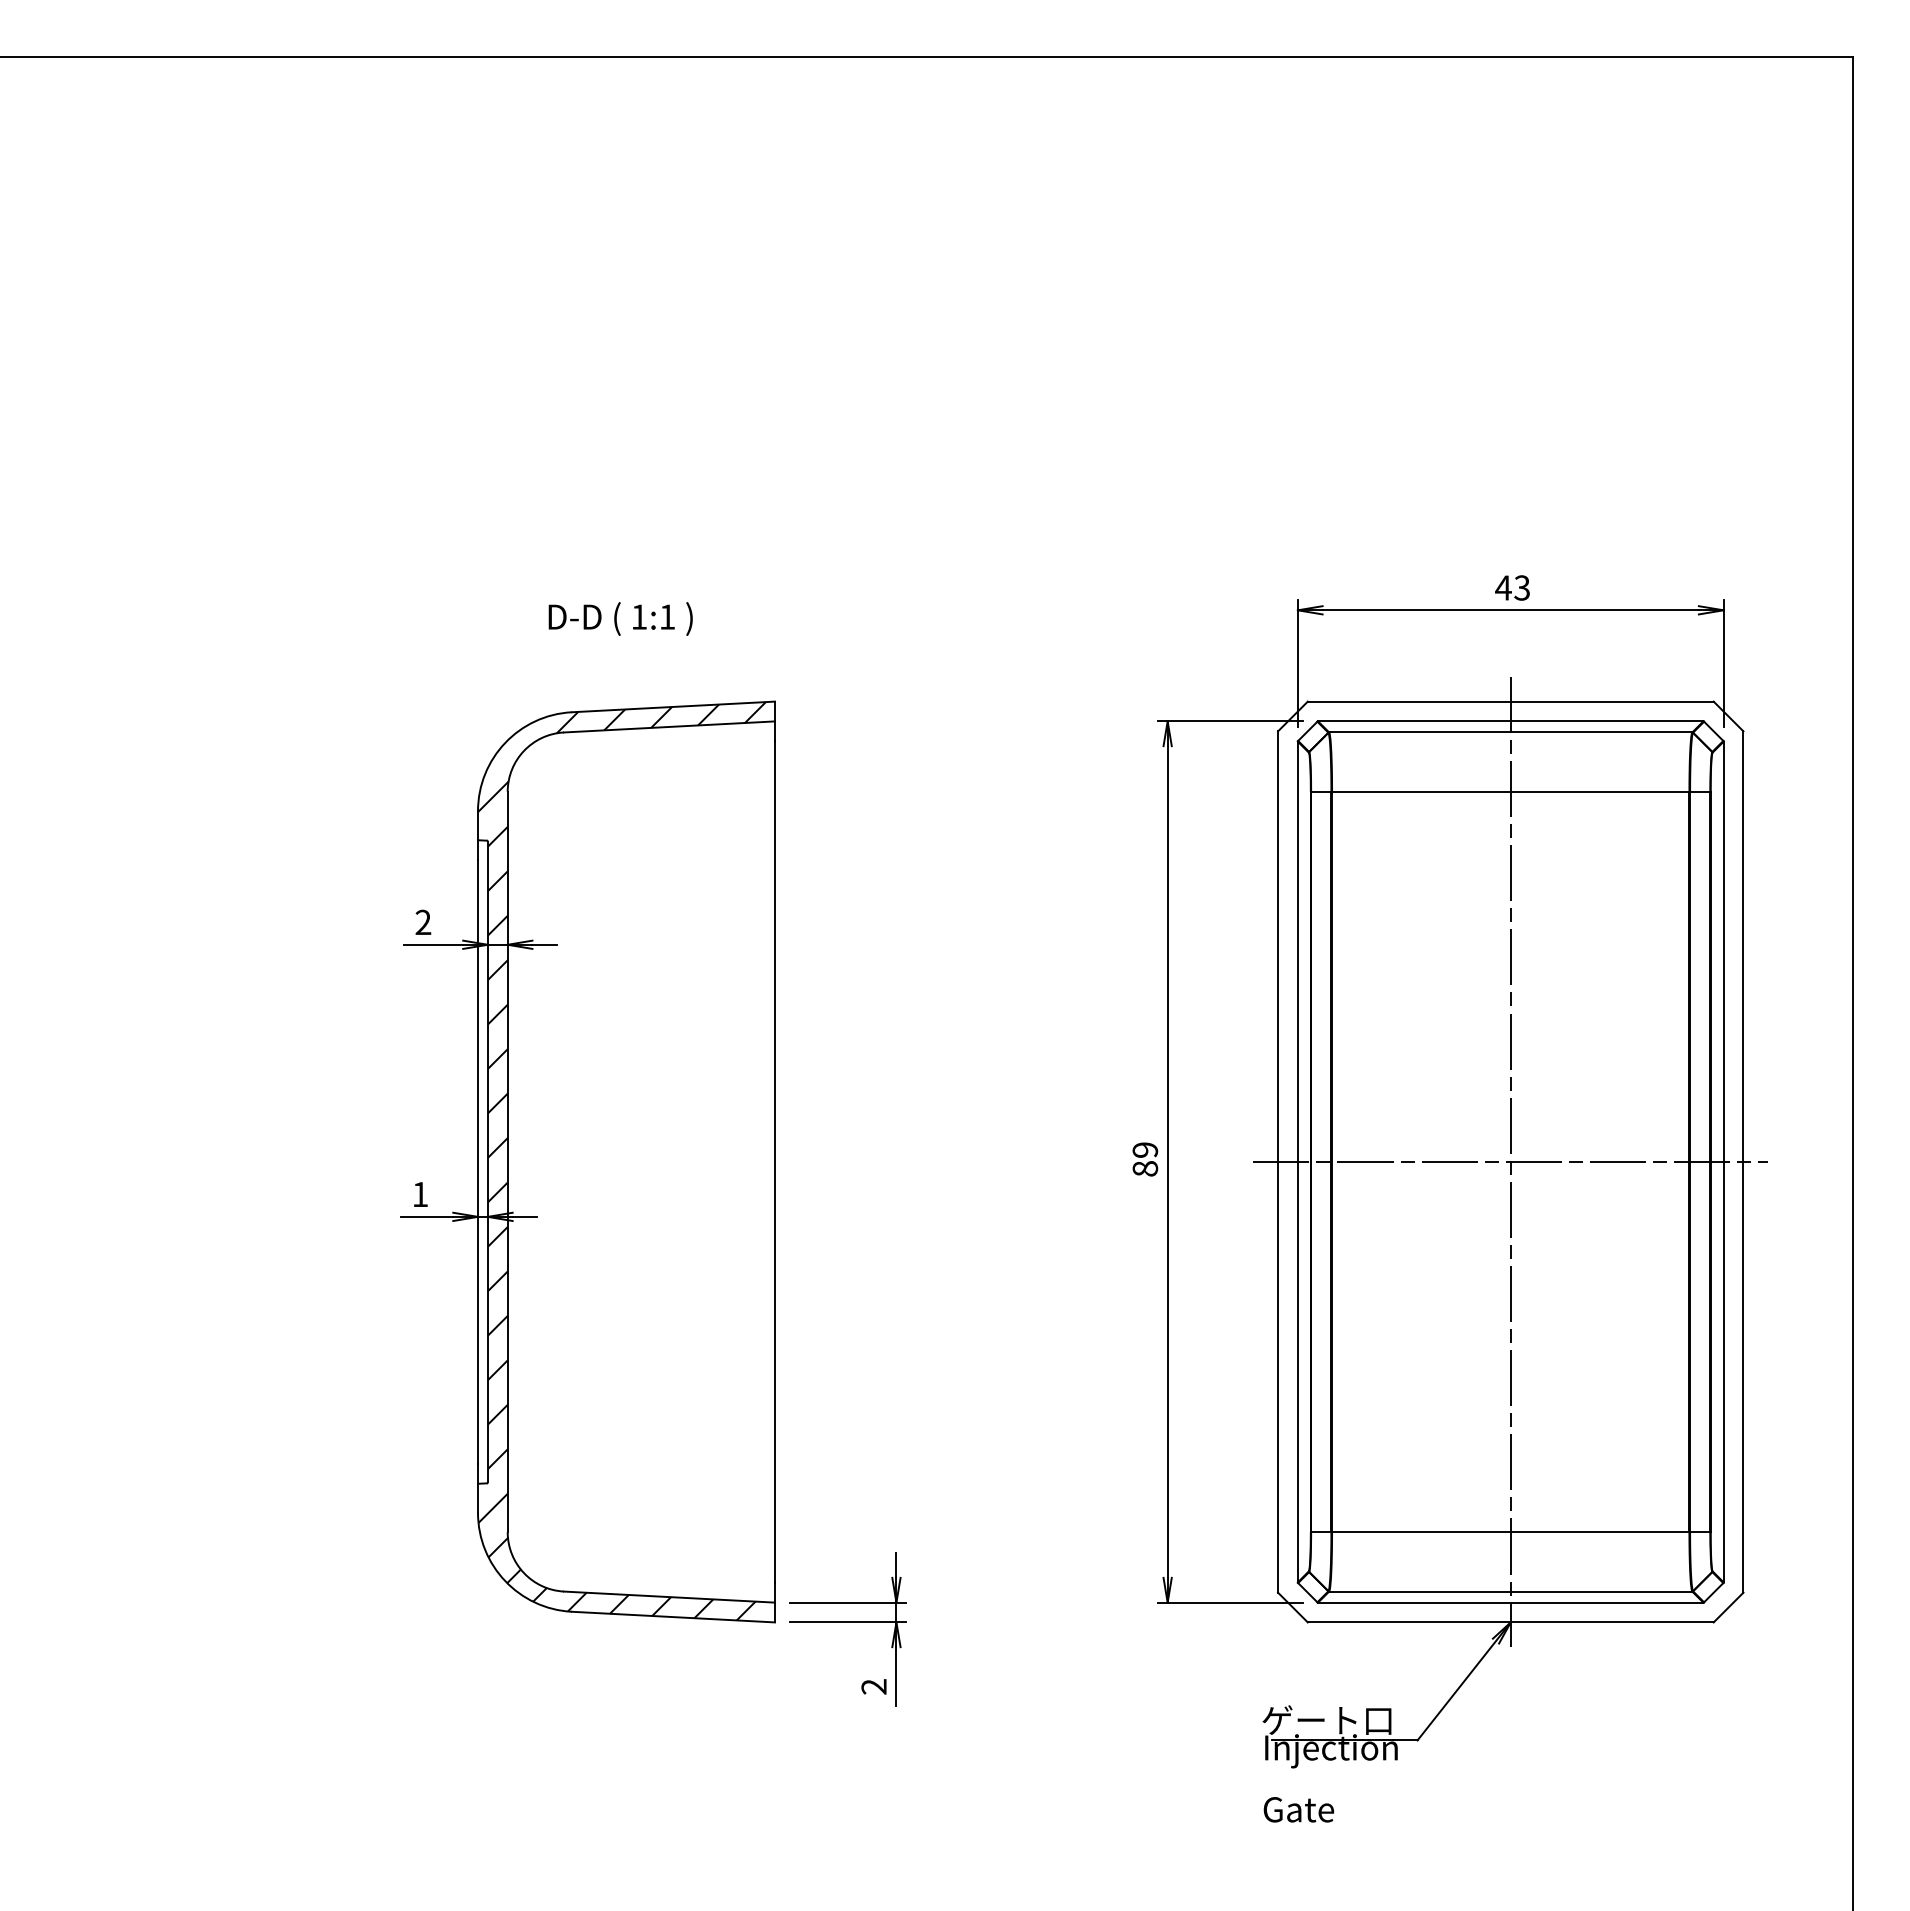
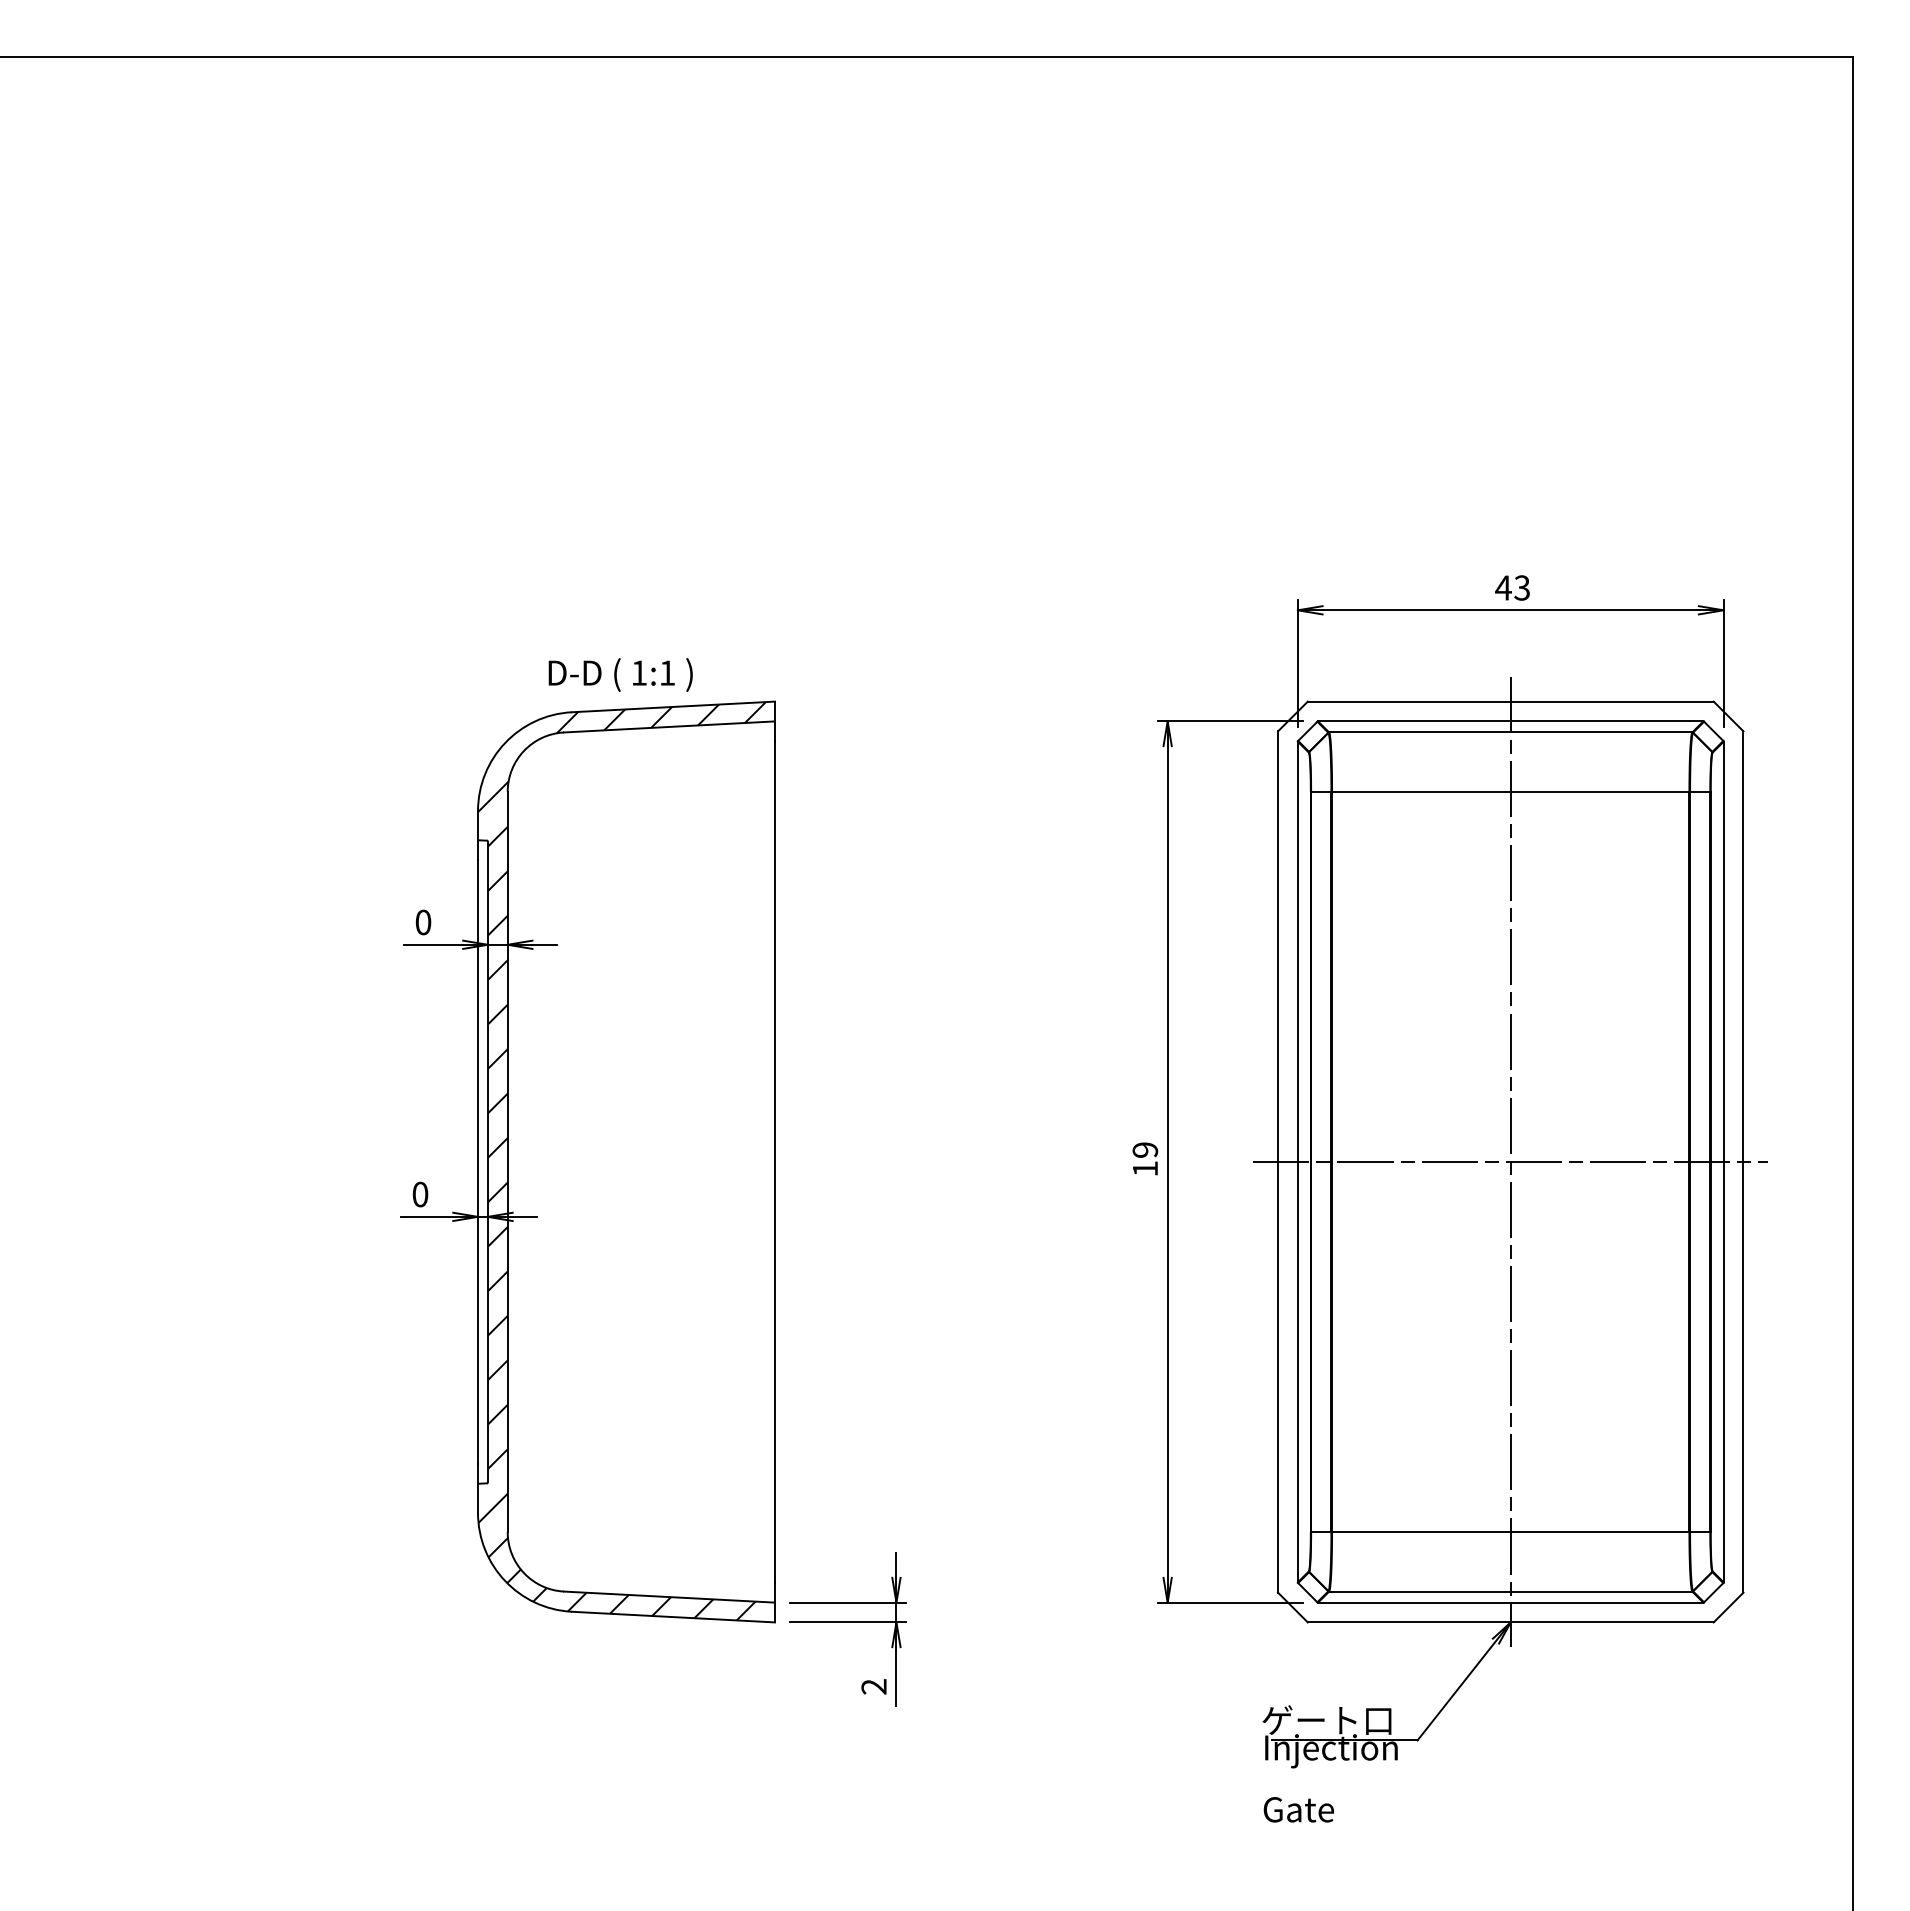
text at (620, 618) position: (620, 618) -> (620, 674)
text at (423, 922): 2 -> 0
text at (1145, 1168): 89 -> 19
text at (420, 1194): 1 -> 0
